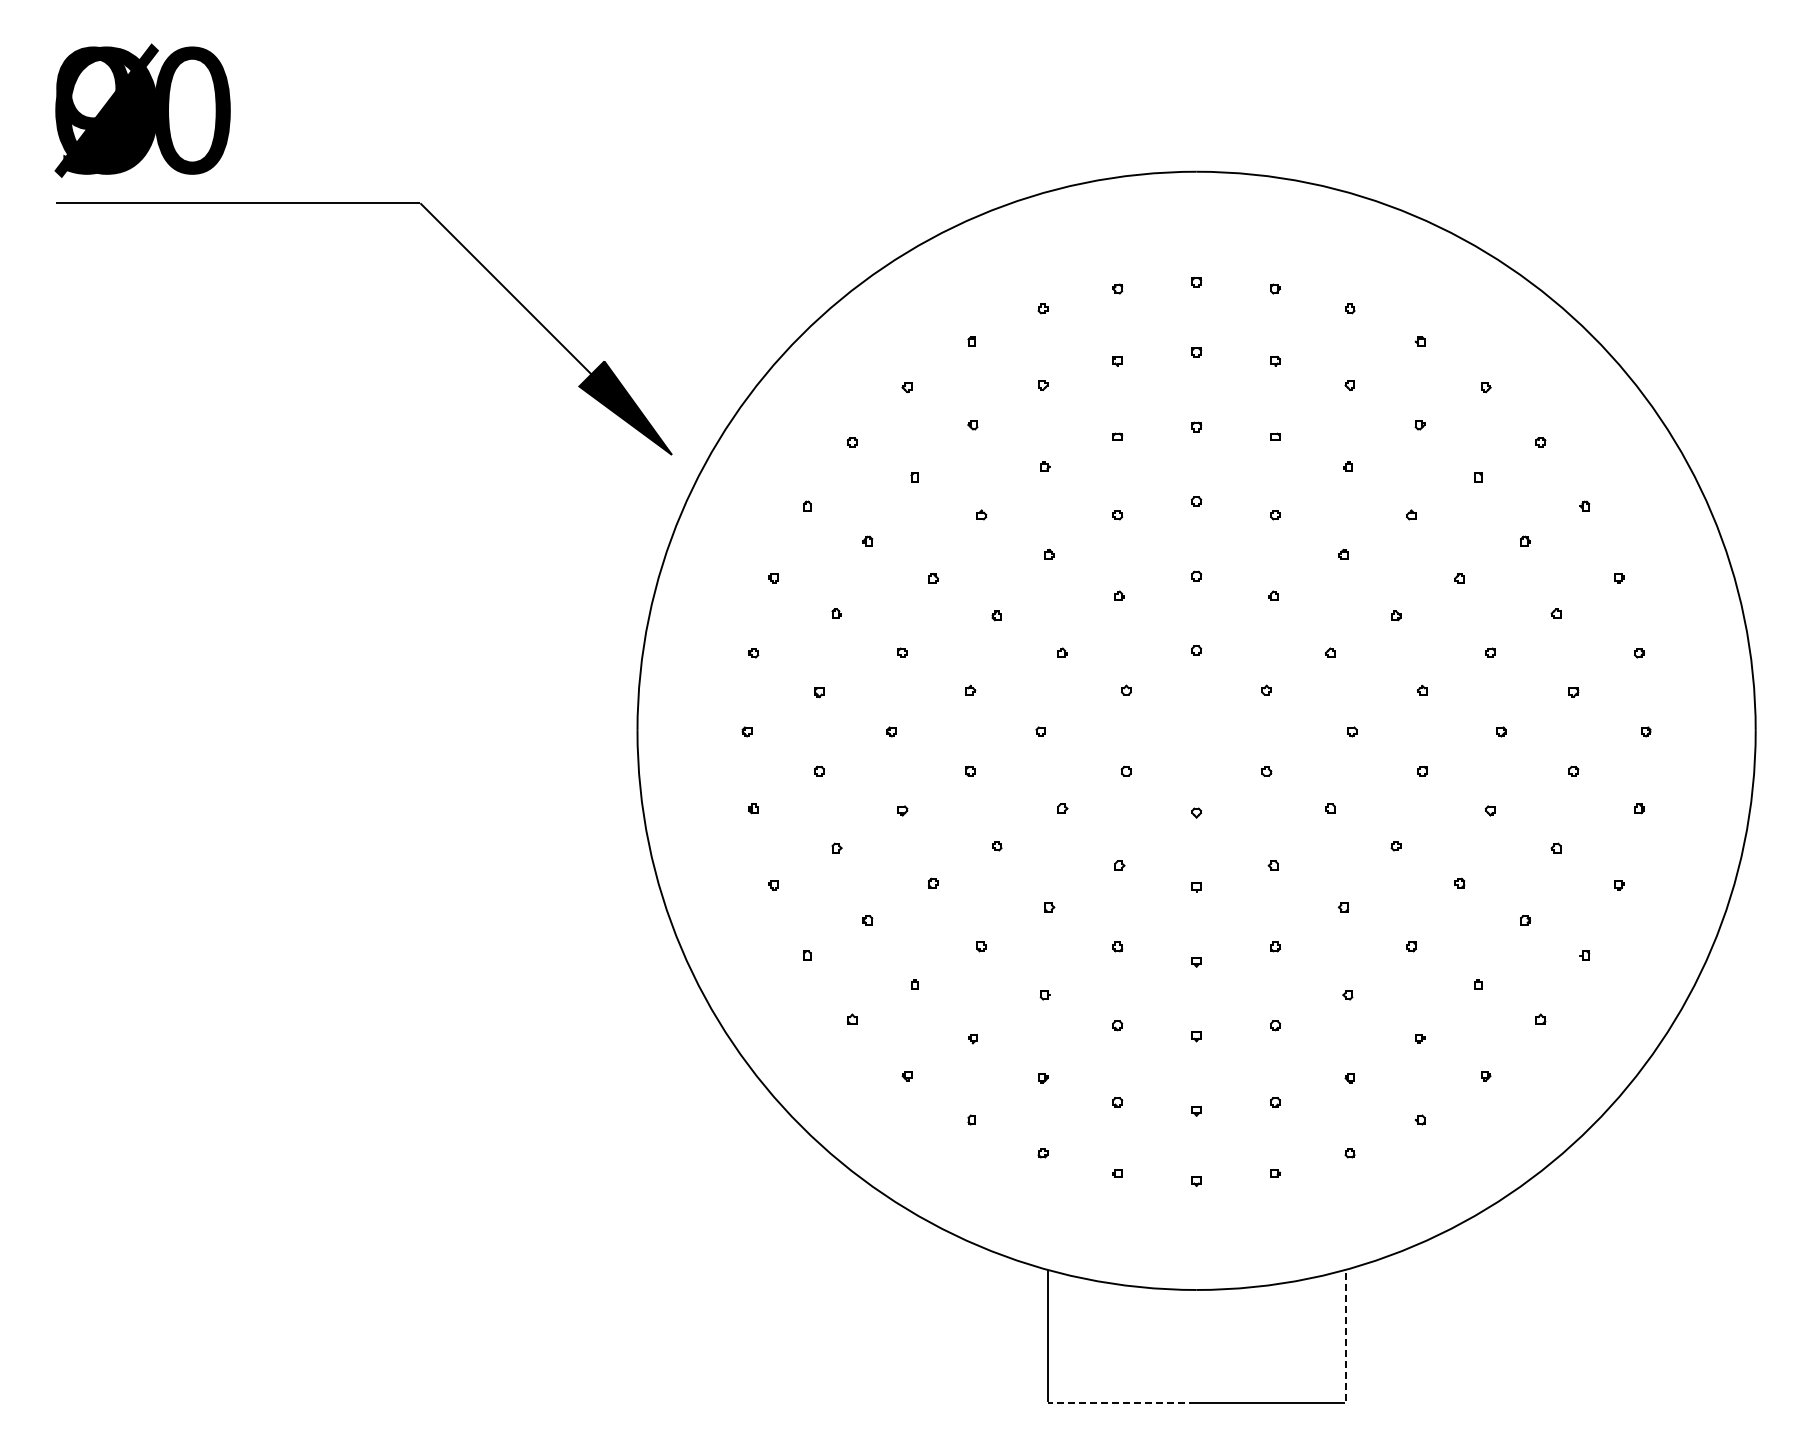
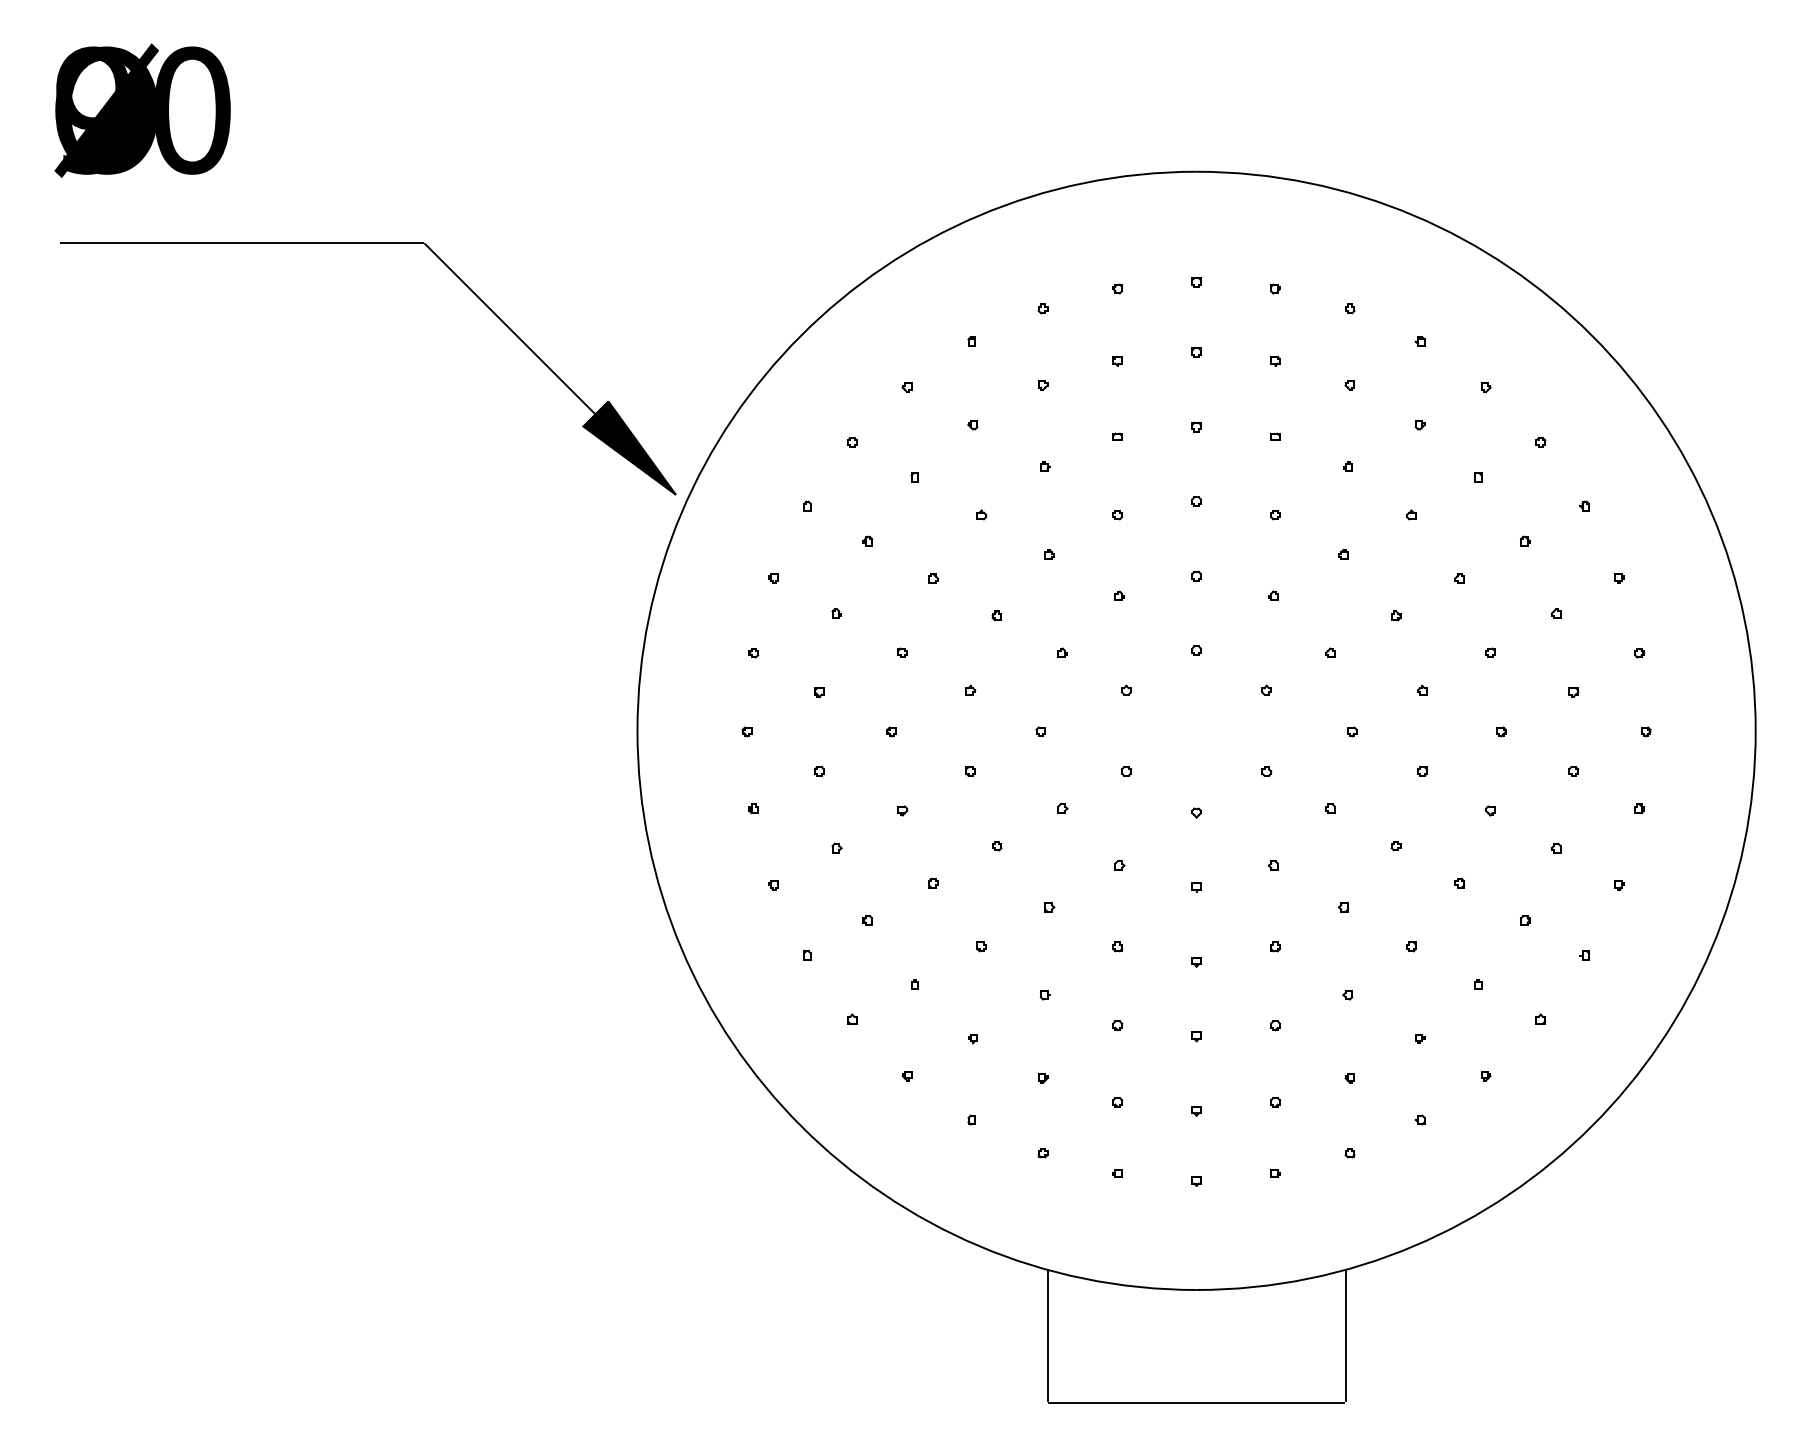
part at (364, 203) position: (364, 203) -> (368, 243)
line at (1345, 1336): dashed -> solid
line at (1121, 1402): dashed -> solid
